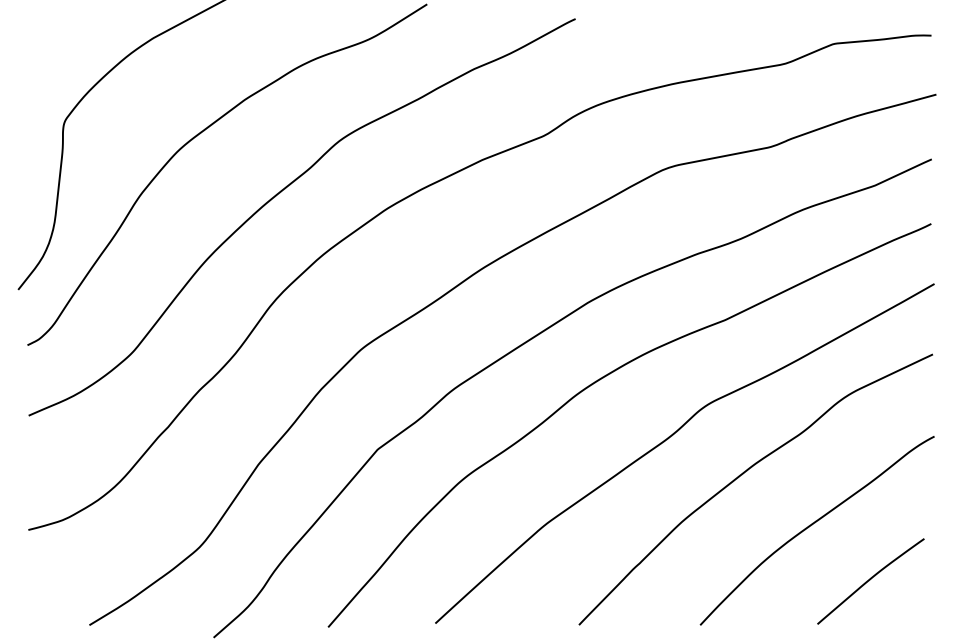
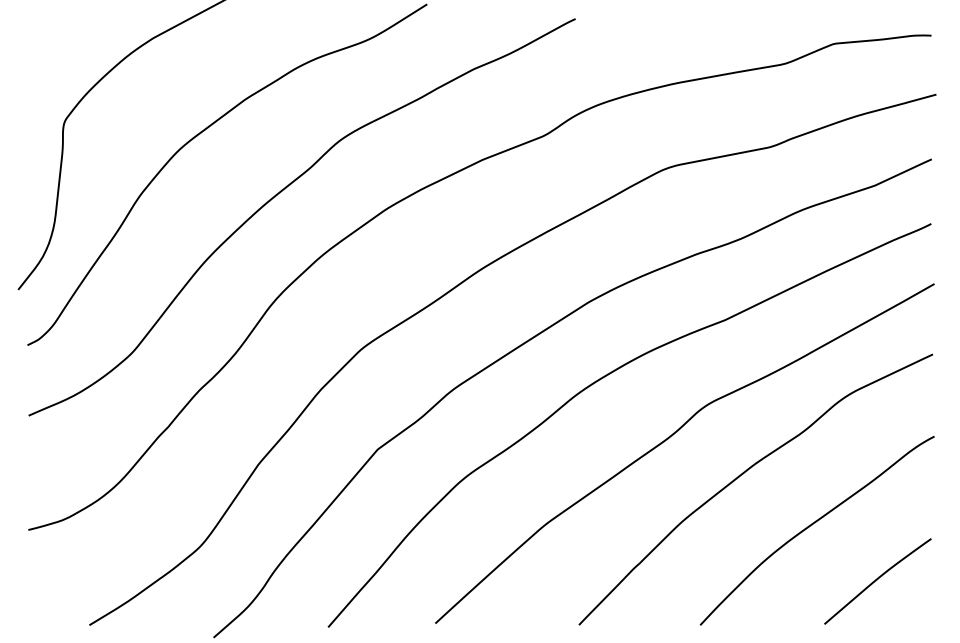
curve at (870, 580) position: (870, 580) -> (877, 580)
